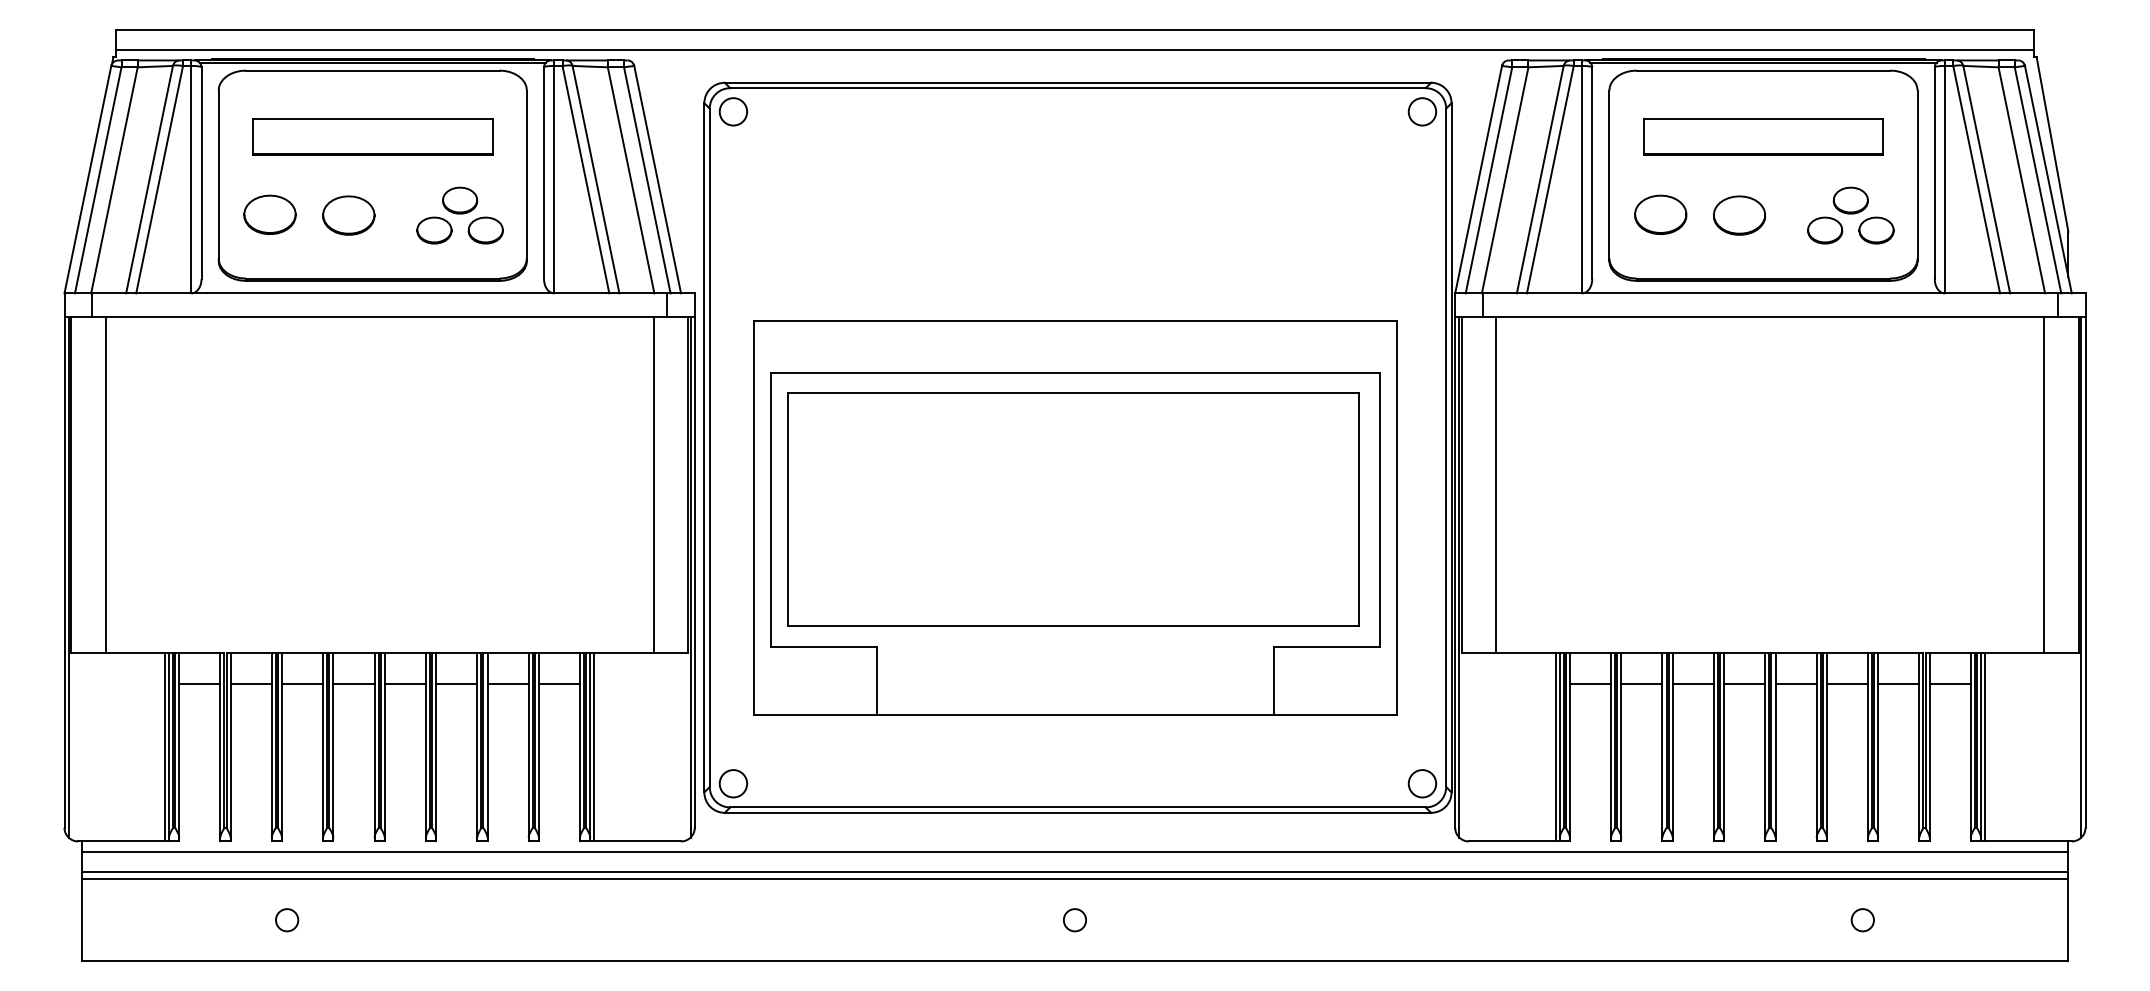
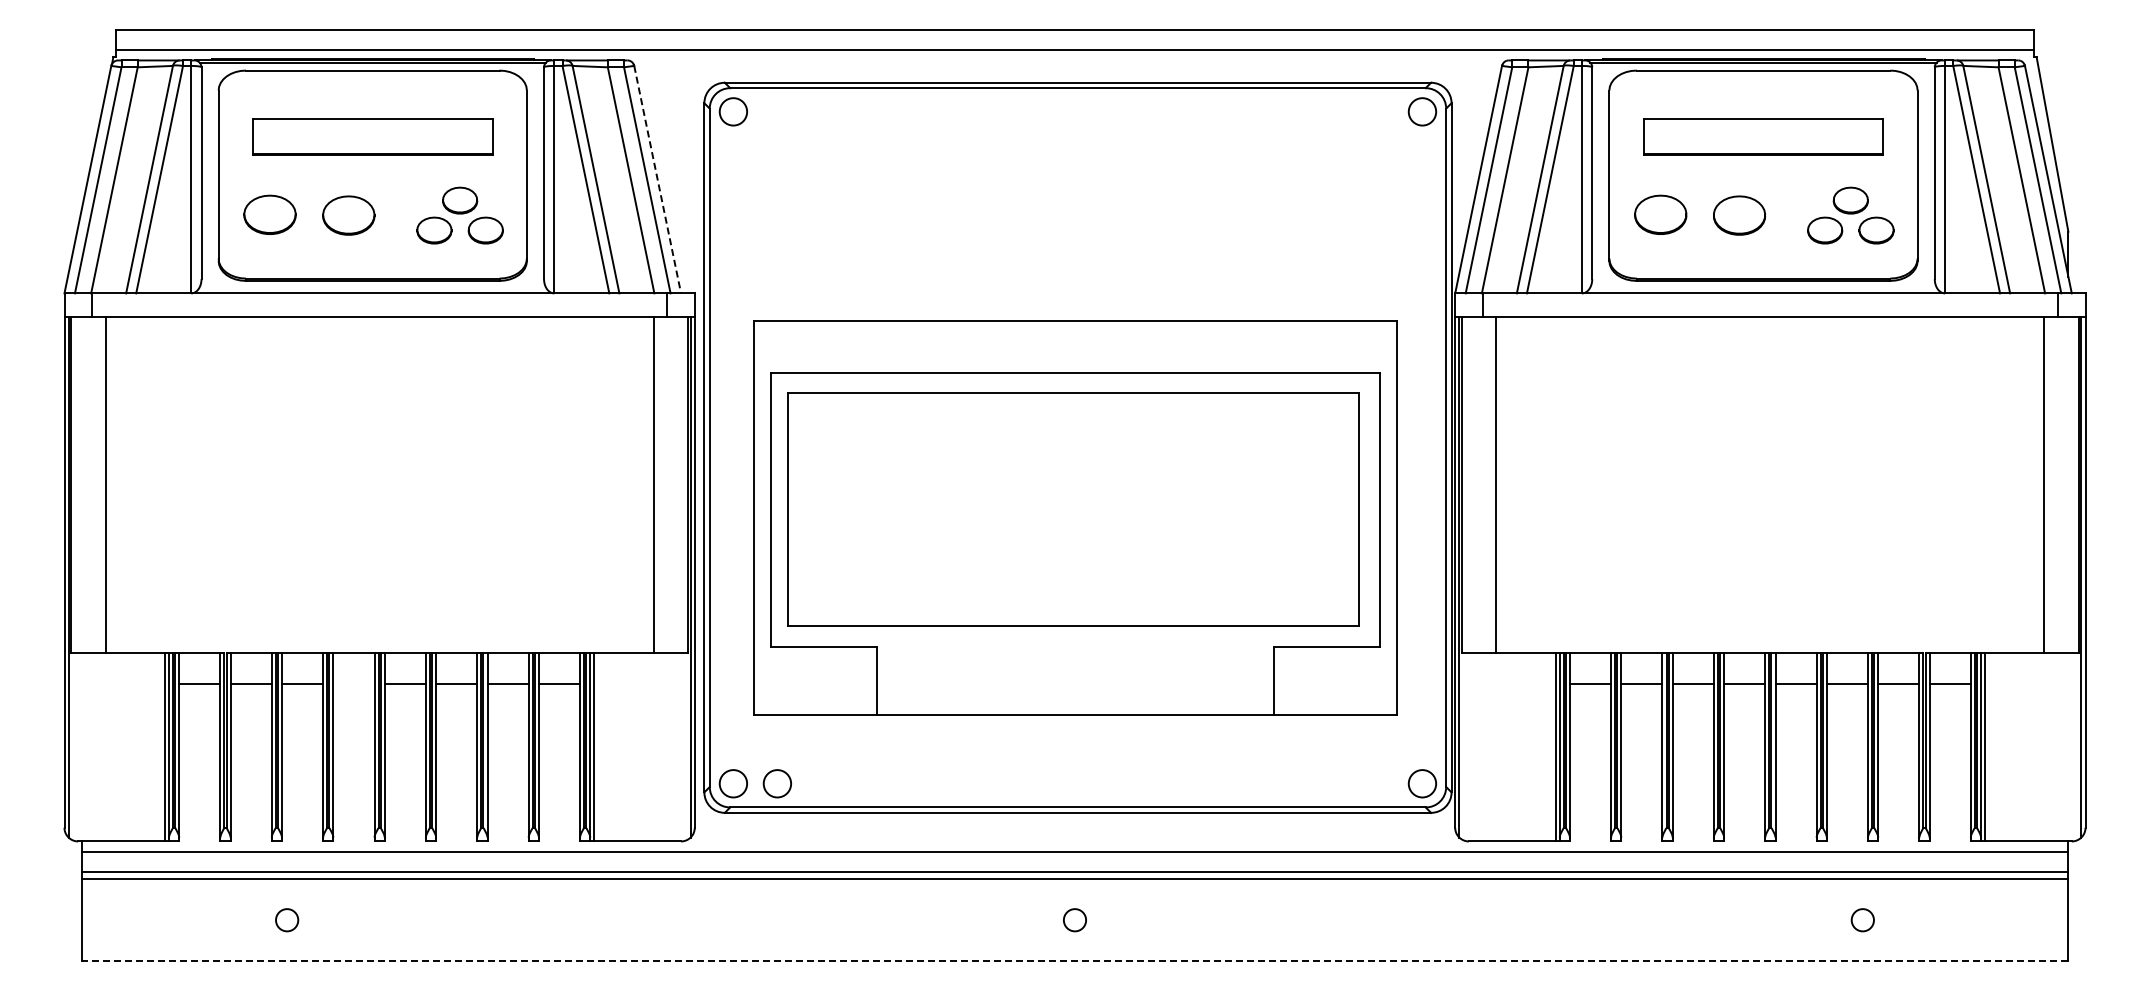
line at (657, 180): solid -> dashed
line at (353, 683): present -> none
circle at (776, 783): none -> present
line at (1074, 961): solid -> dashed
